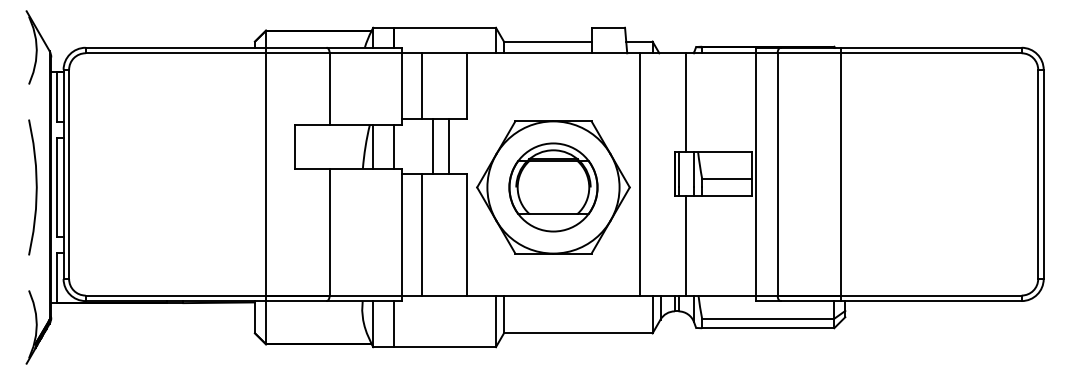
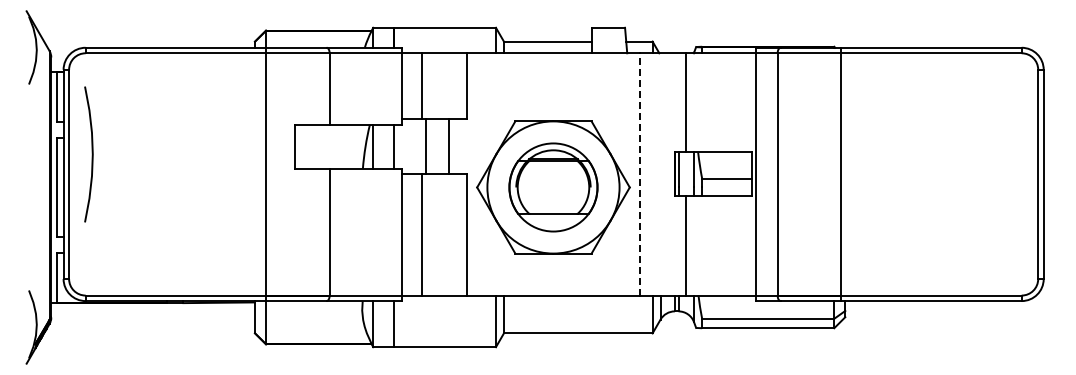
line at (432, 146) position: (432, 146) -> (425, 146)
line at (640, 173): solid -> dashed
curve at (35, 187) position: (35, 187) -> (91, 154)
